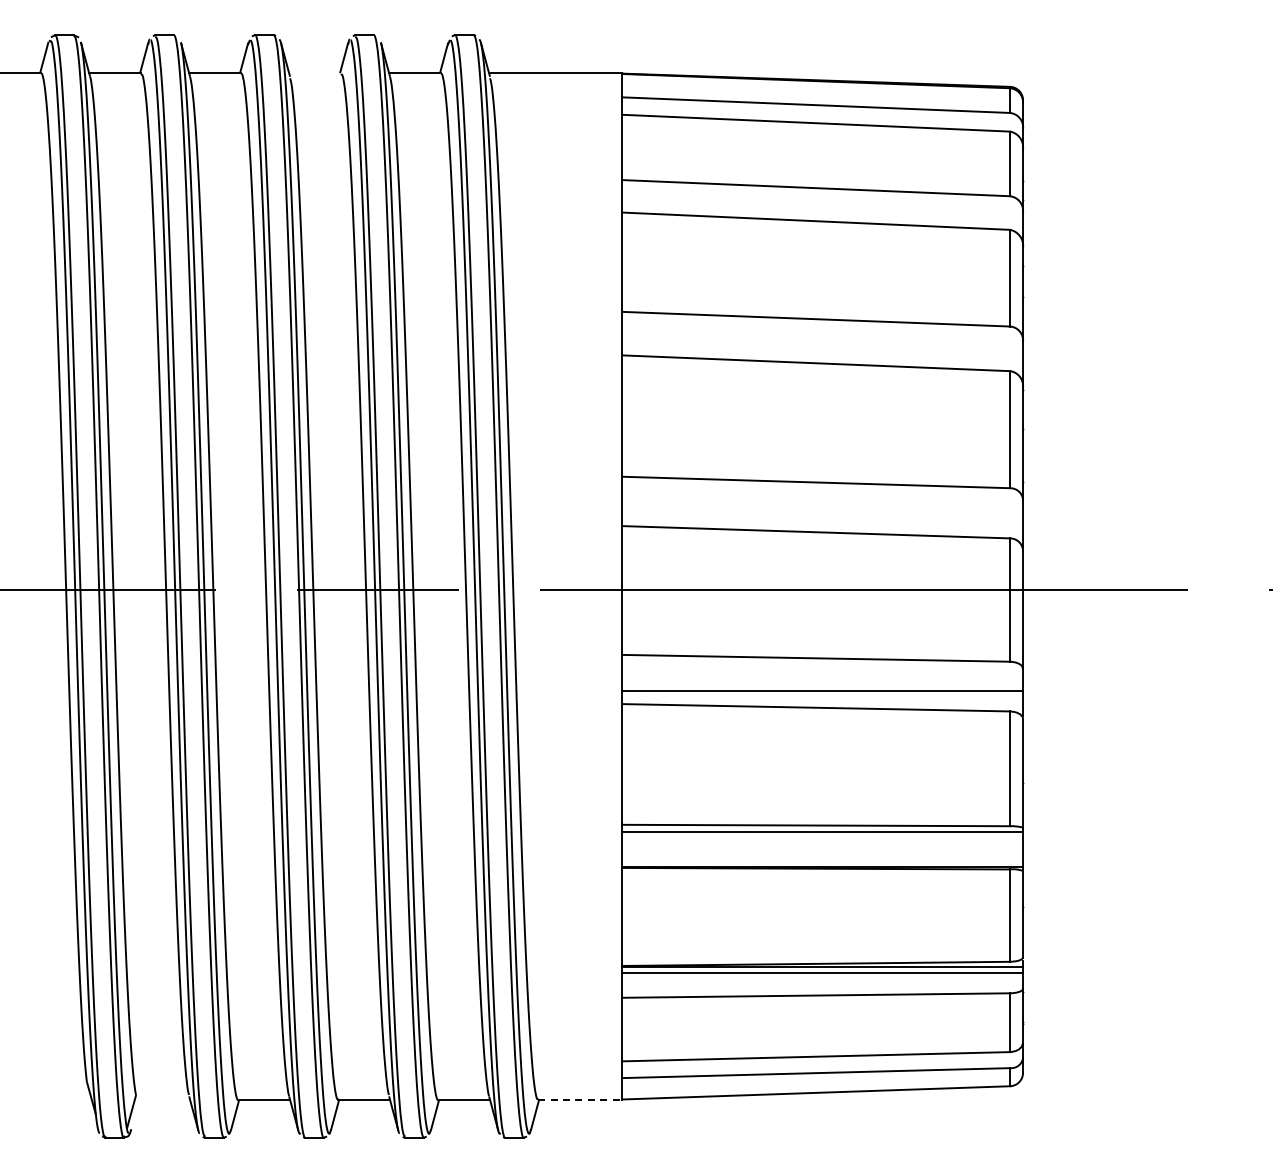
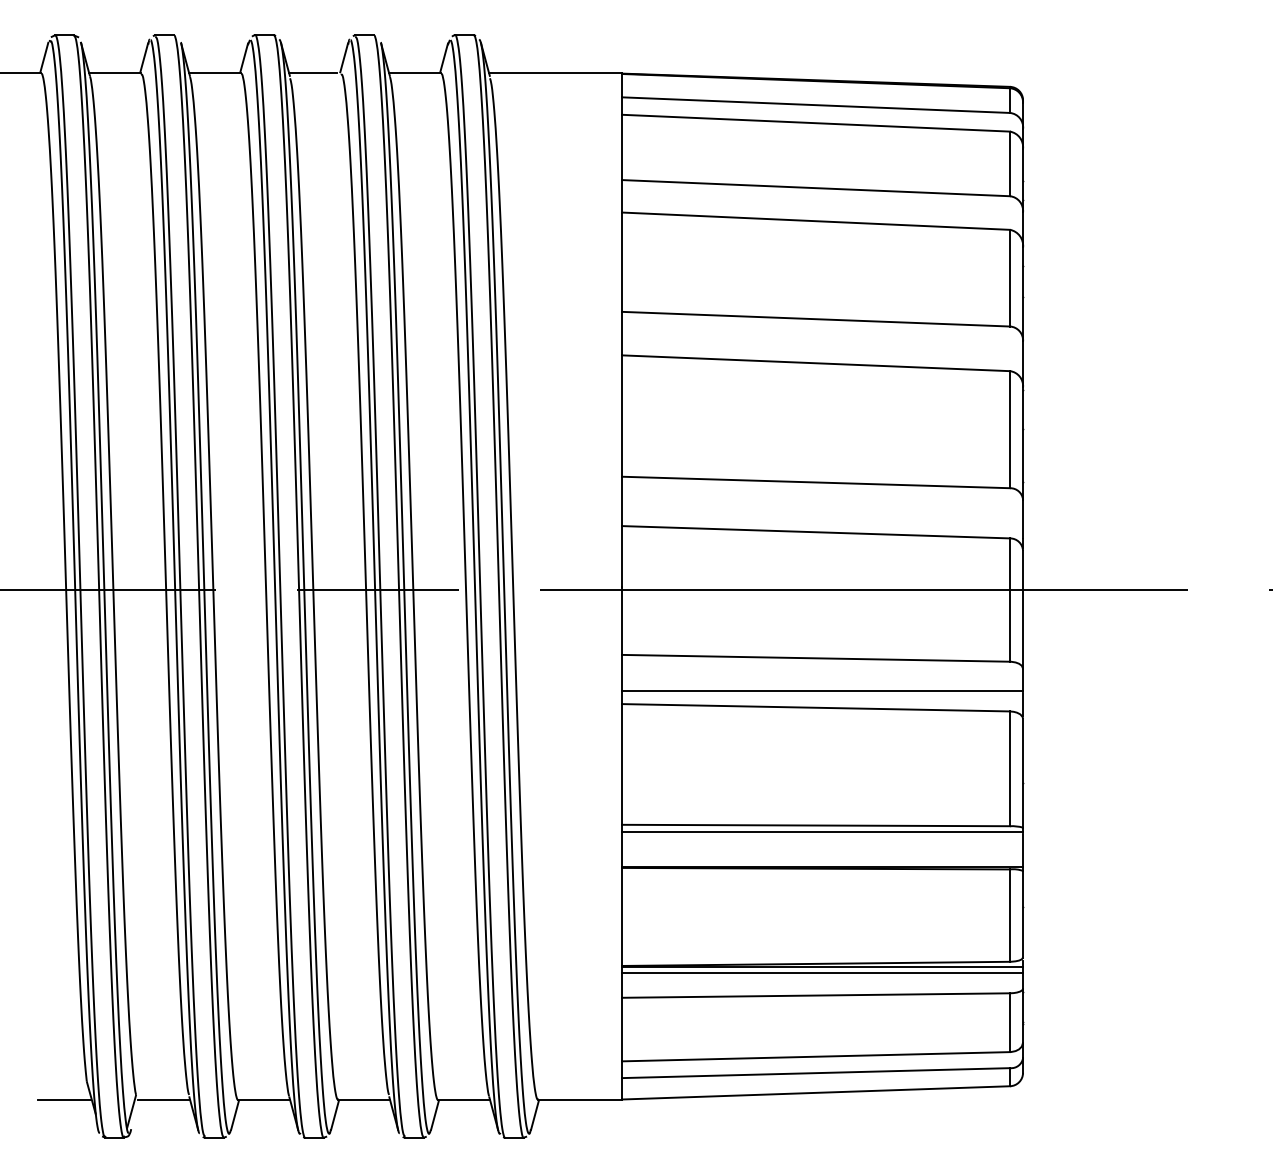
line at (312, 73): none -> present
line at (64, 1099): none -> present
line at (164, 1099): none -> present
line at (580, 1099): dashed -> solid
